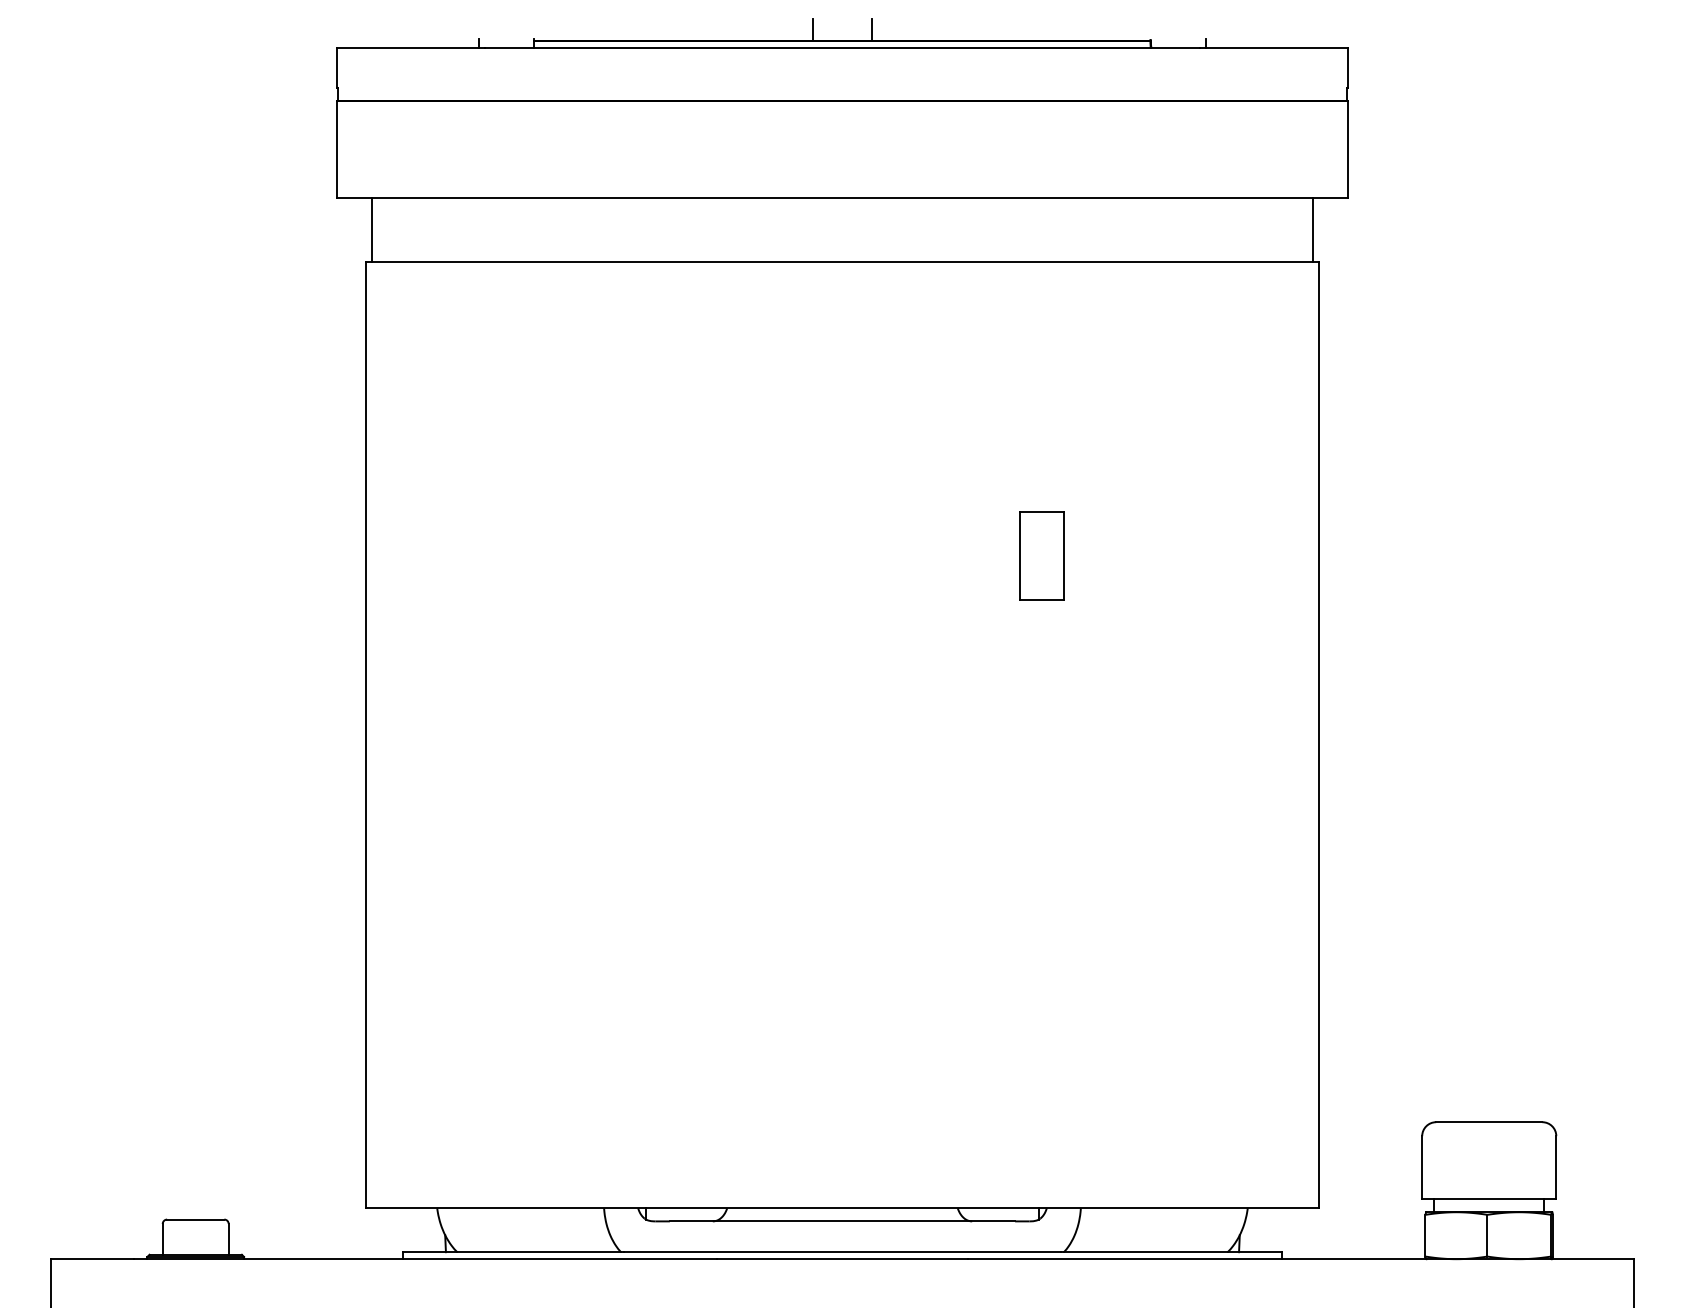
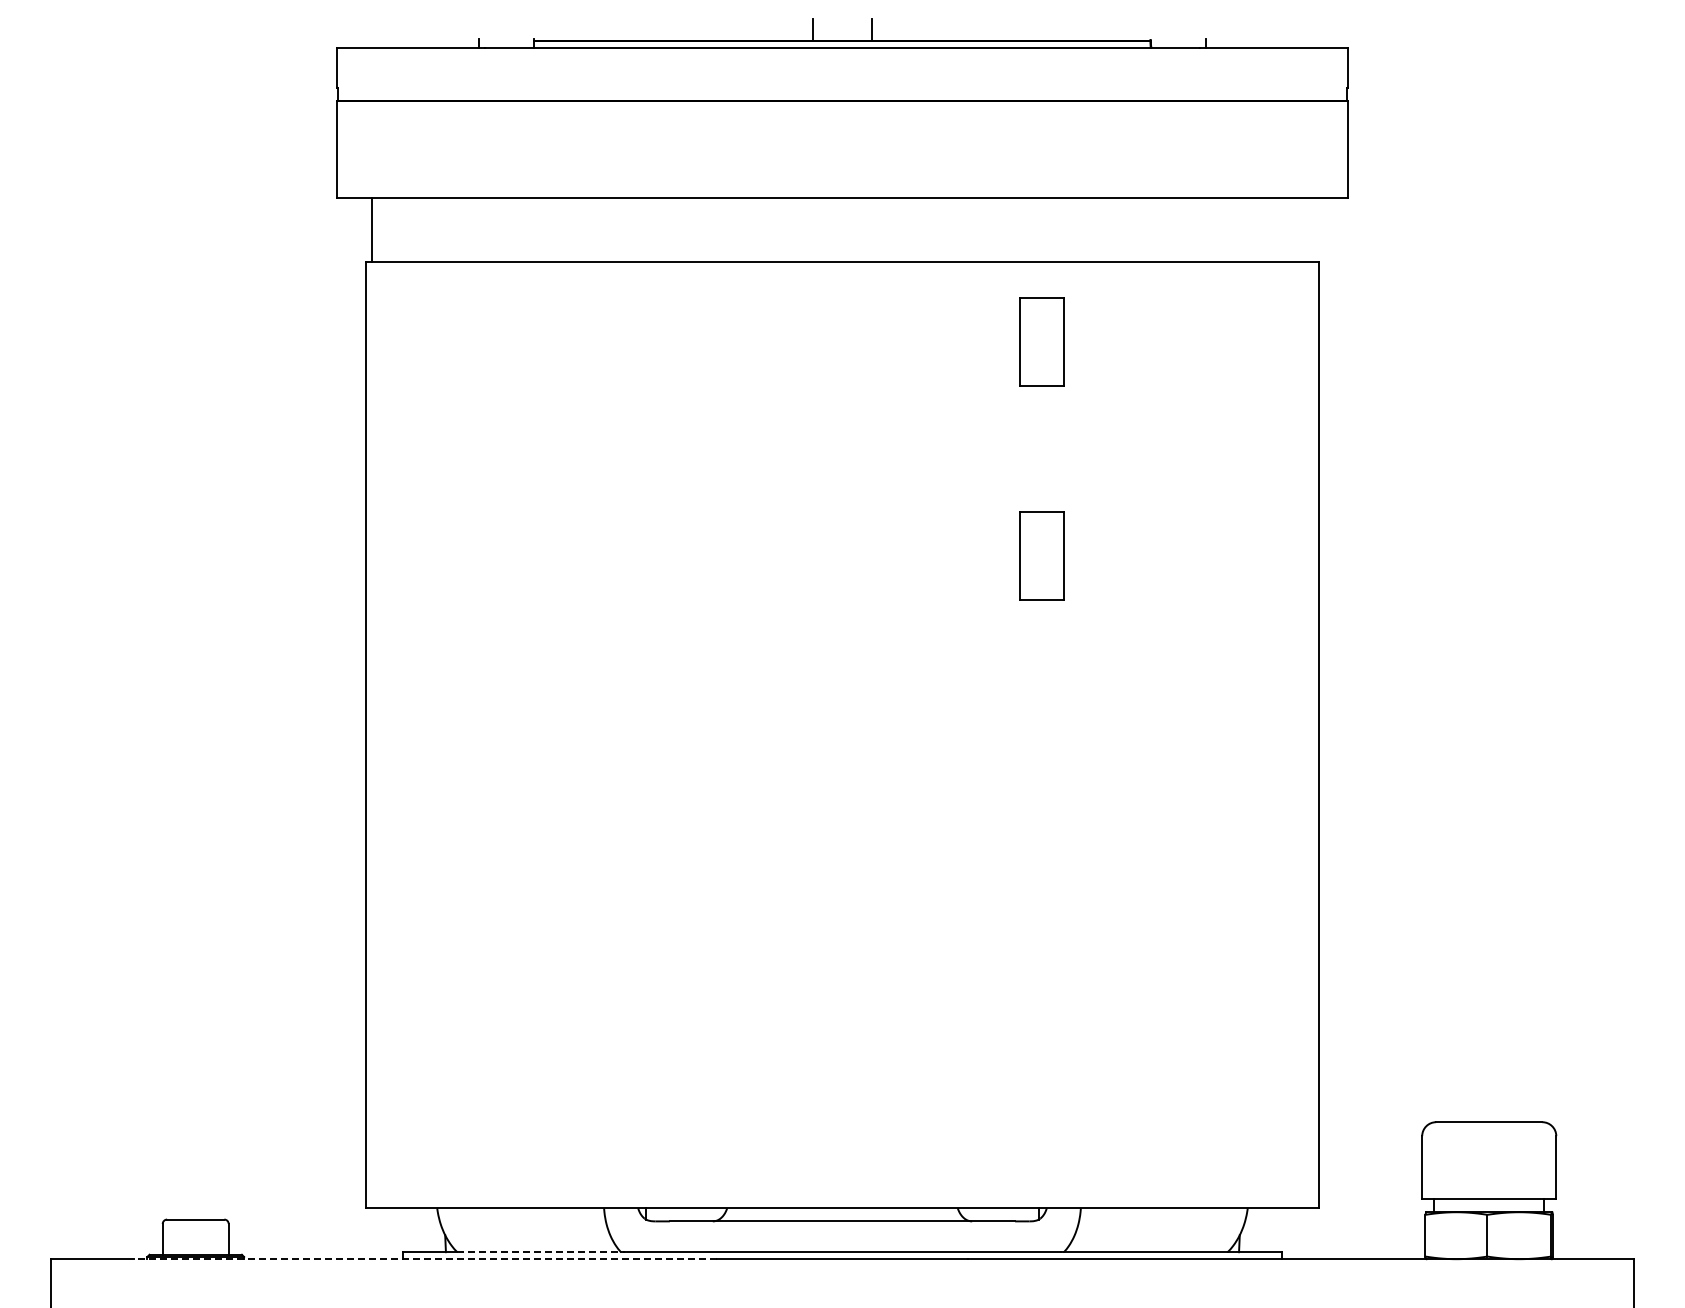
line at (1313, 229): present -> none
part at (1041, 341): none -> present
line at (539, 1252): solid -> dashed
line at (425, 1259): solid -> dashed
